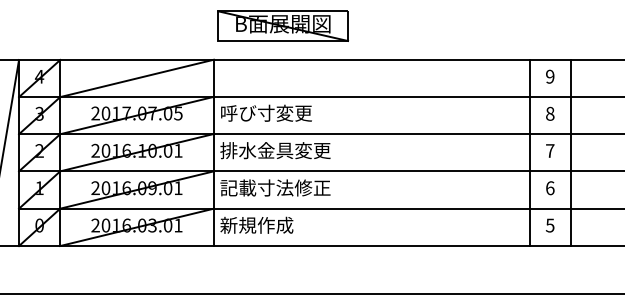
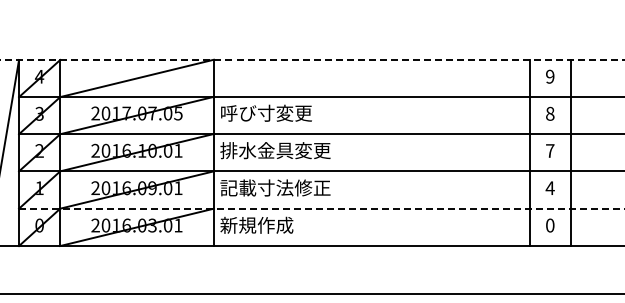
part at (282, 25): present -> none
line at (312, 59): solid -> dashed
text at (549, 188): 6 -> 4
line at (321, 208): solid -> dashed
text at (549, 225): 5 -> 0
